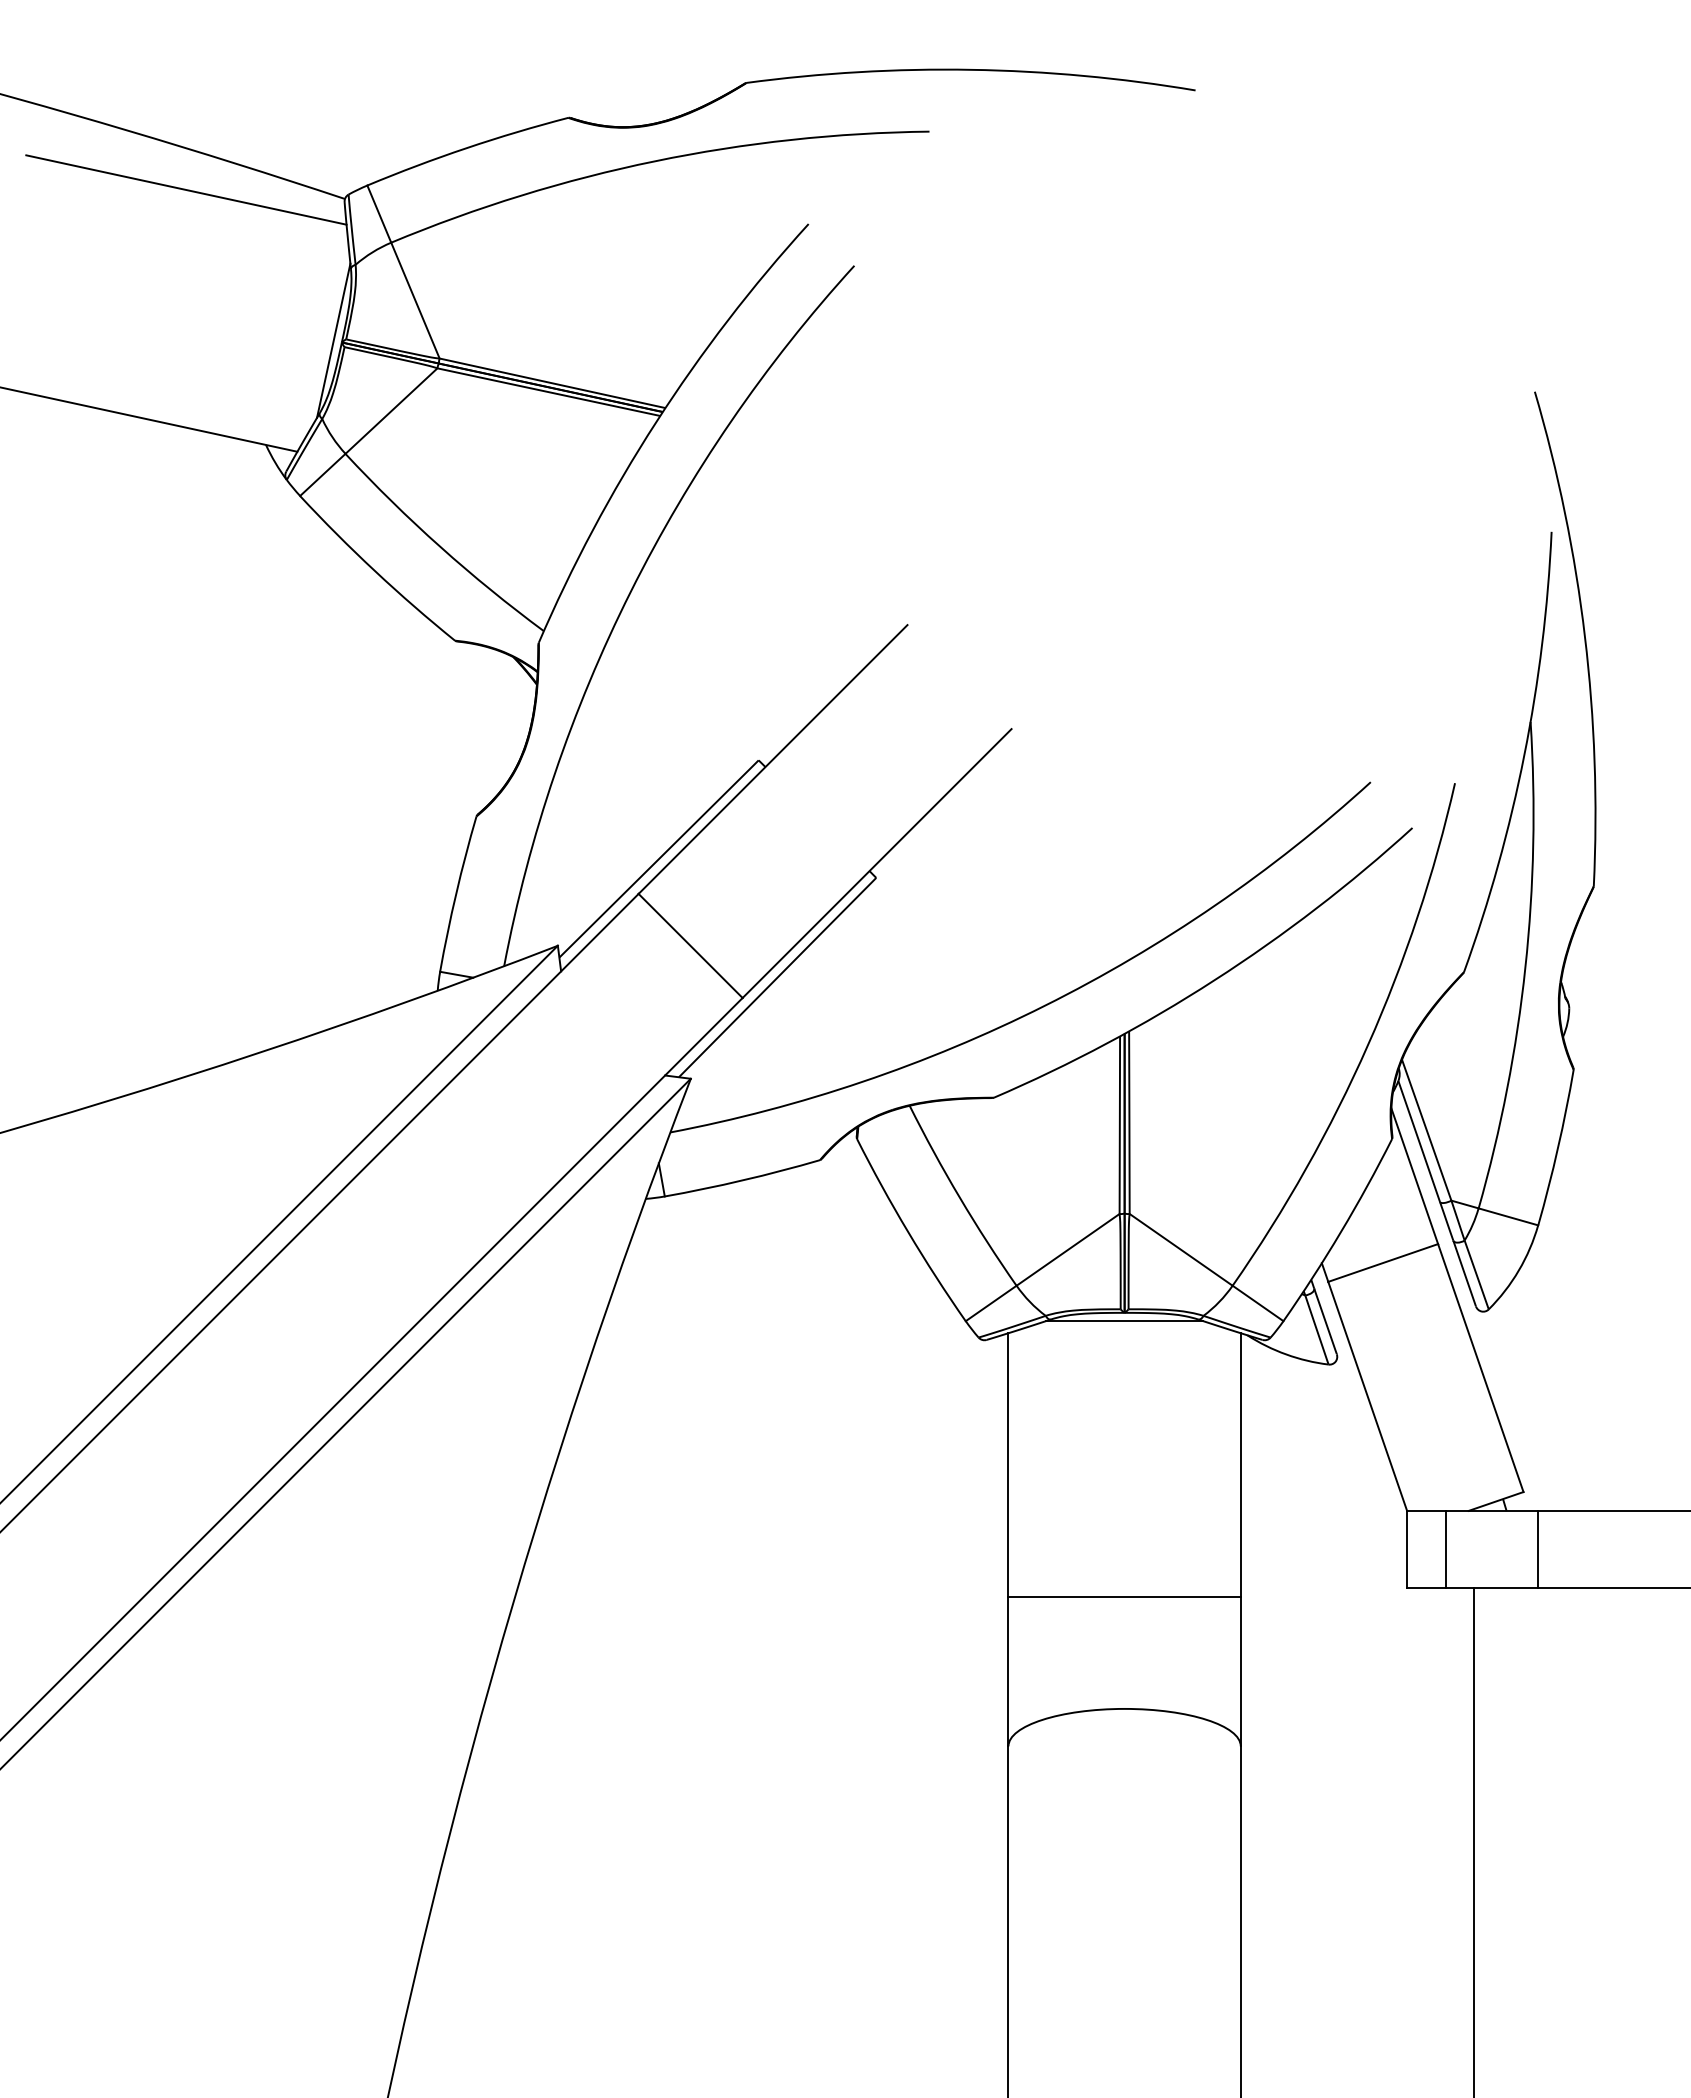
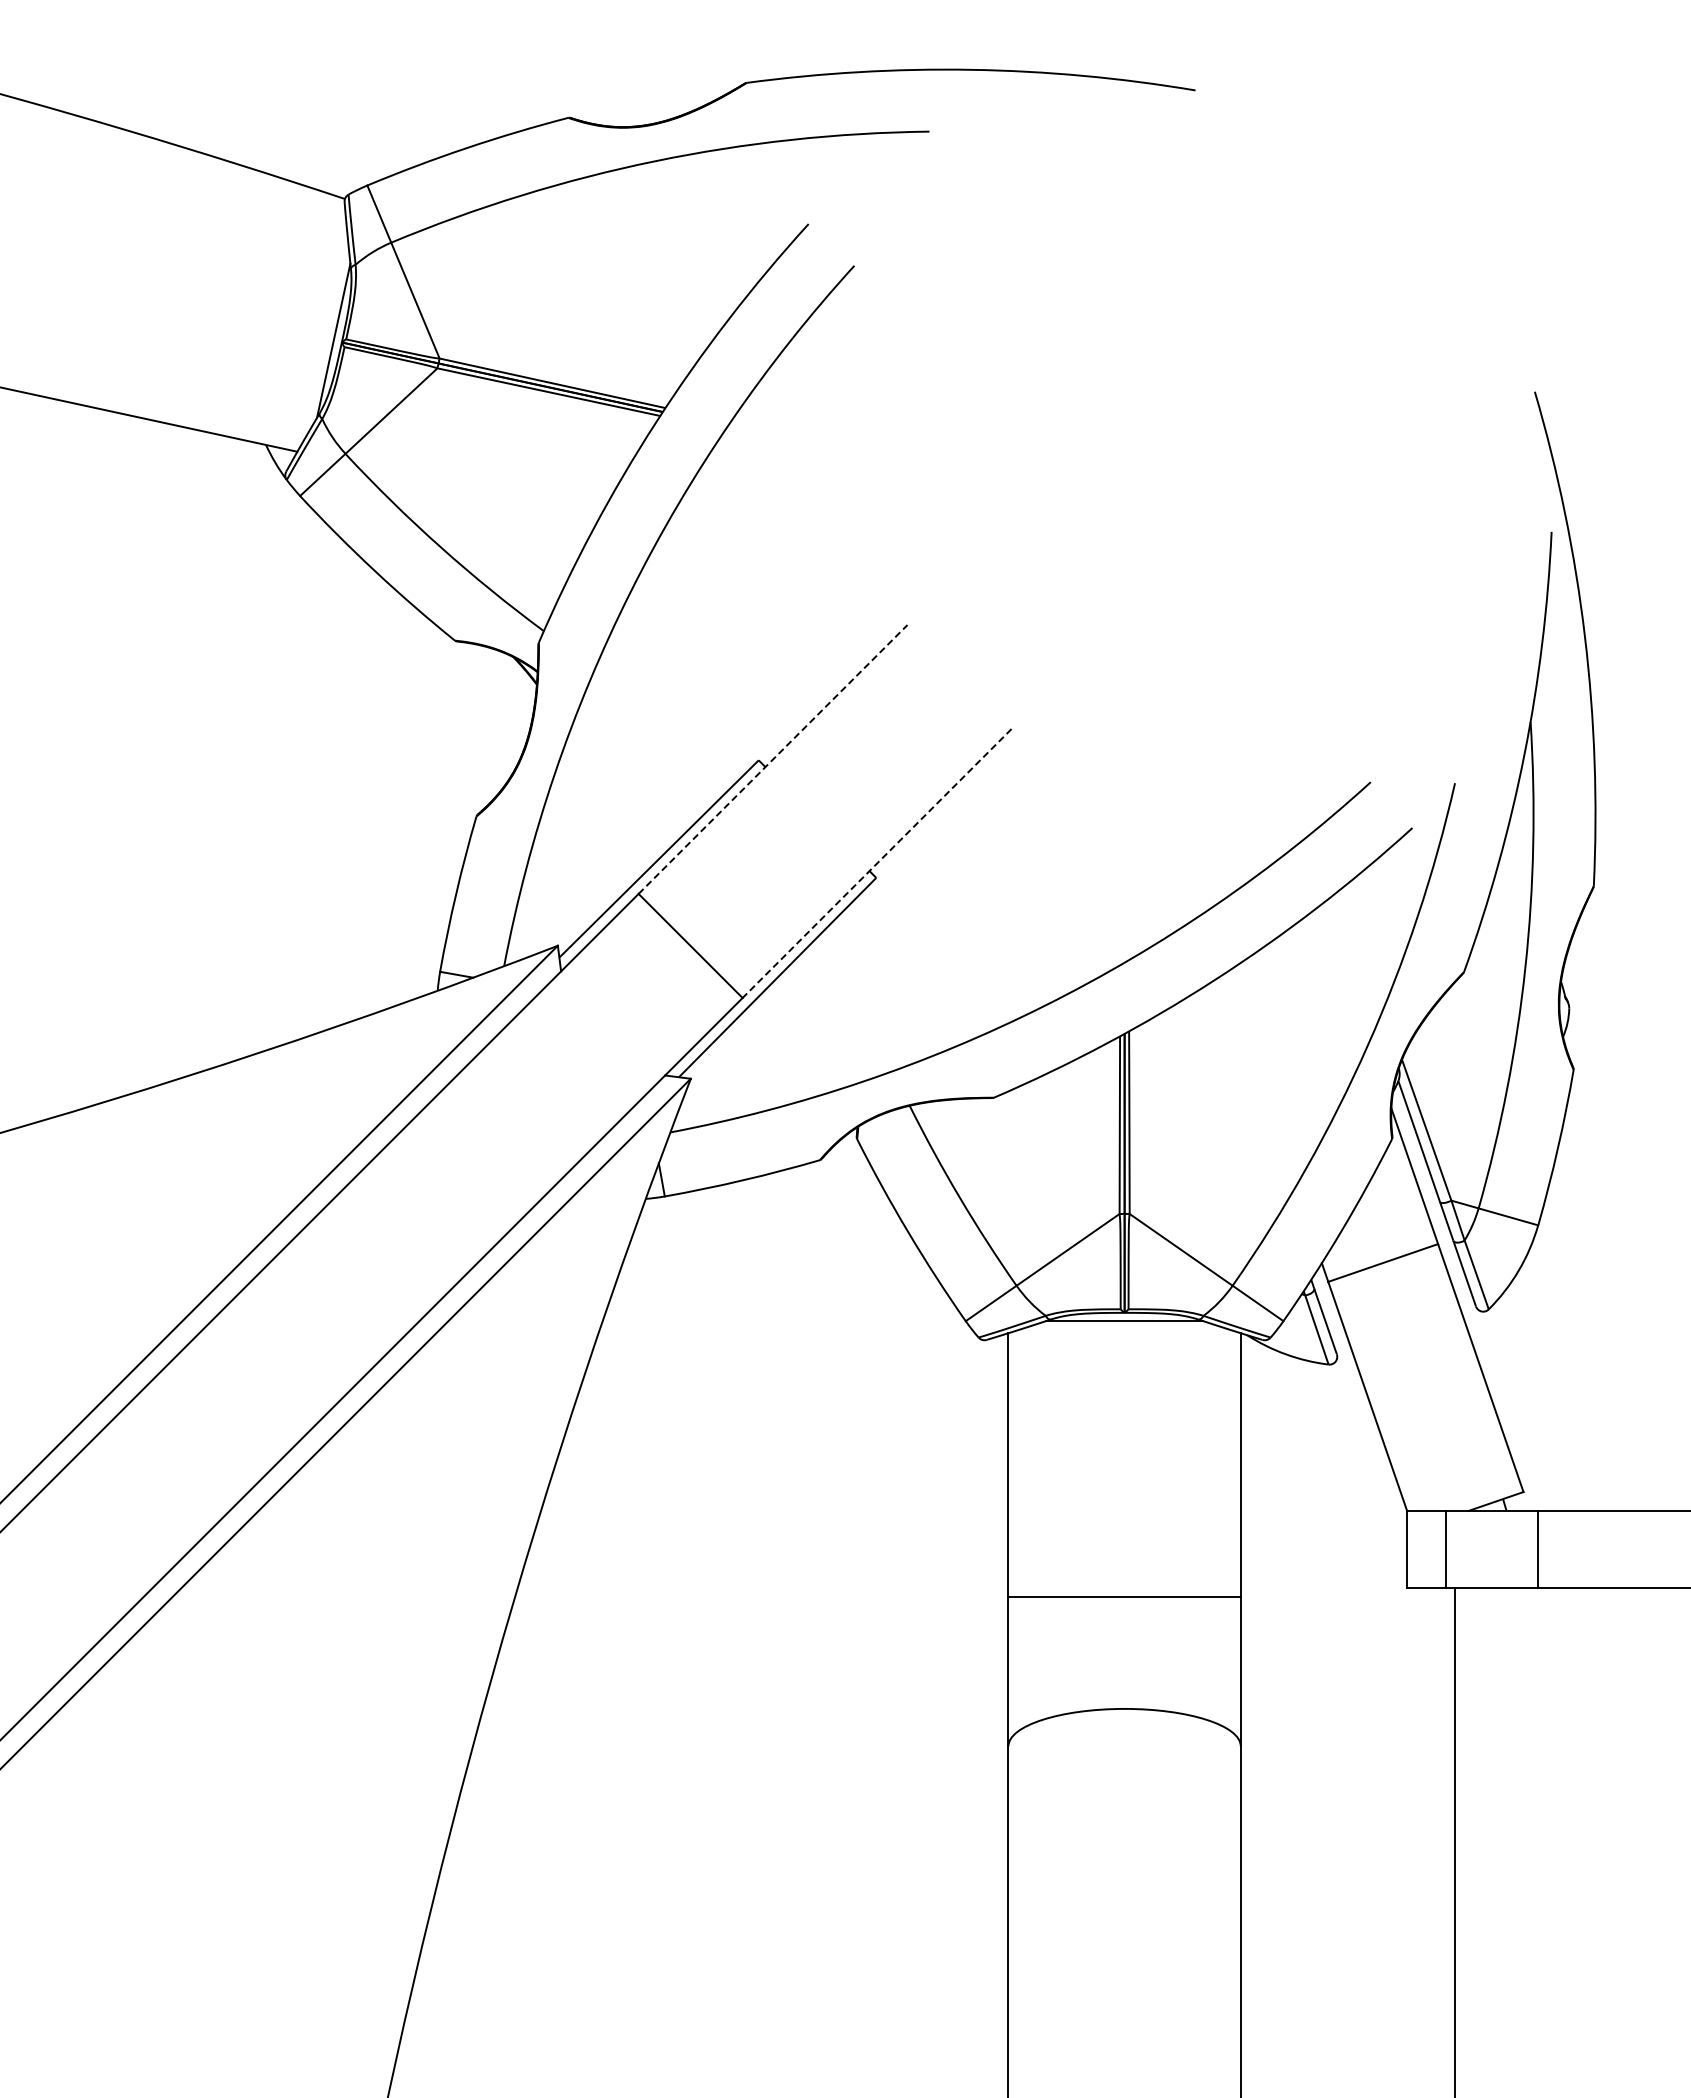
line at (186, 189): present -> none
line at (773, 759): solid -> dashed
line at (876, 863): solid -> dashed
line at (1474, 1841) position: (1474, 1841) -> (1455, 1841)
